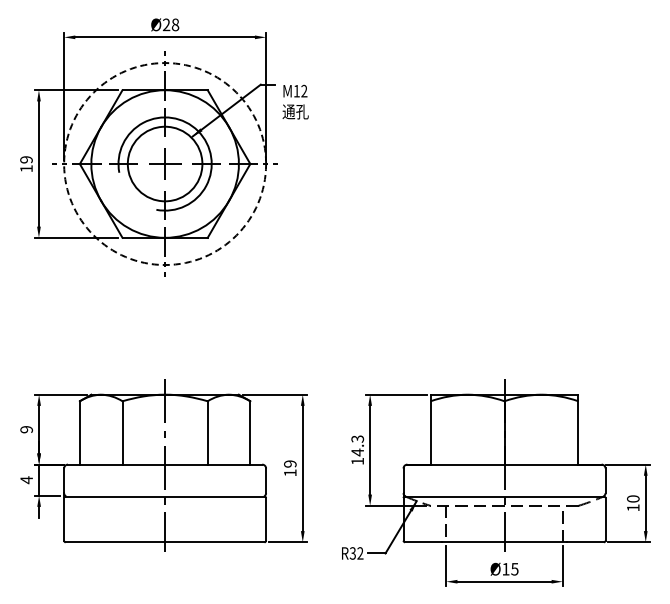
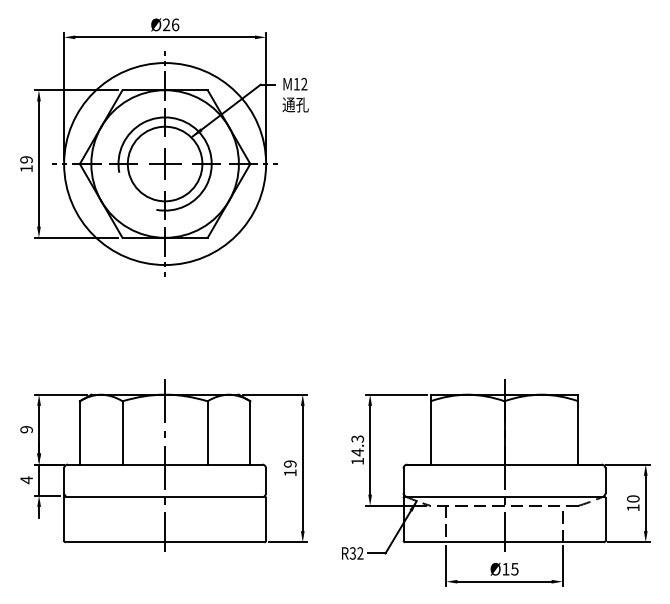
text at (175, 24): Ø28 -> Ø26
text at (295, 101) position: (295, 101) -> (295, 94)
circle at (165, 164): dashed -> solid
